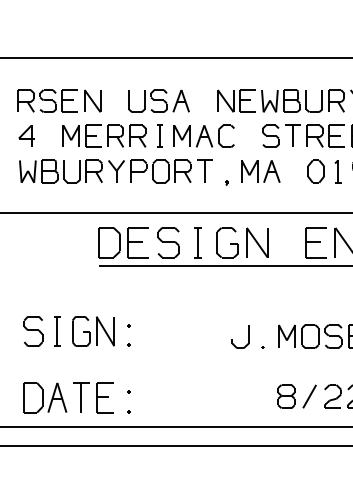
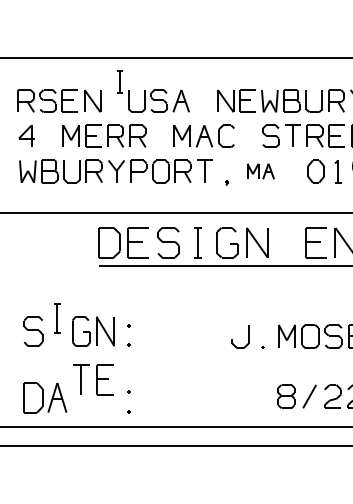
part at (159, 135) position: (159, 135) -> (119, 81)
part at (260, 171) size: 40x23 px -> 28x17 px
part at (57, 331) position: (57, 331) -> (57, 318)
part at (93, 397) position: (93, 397) -> (93, 379)
